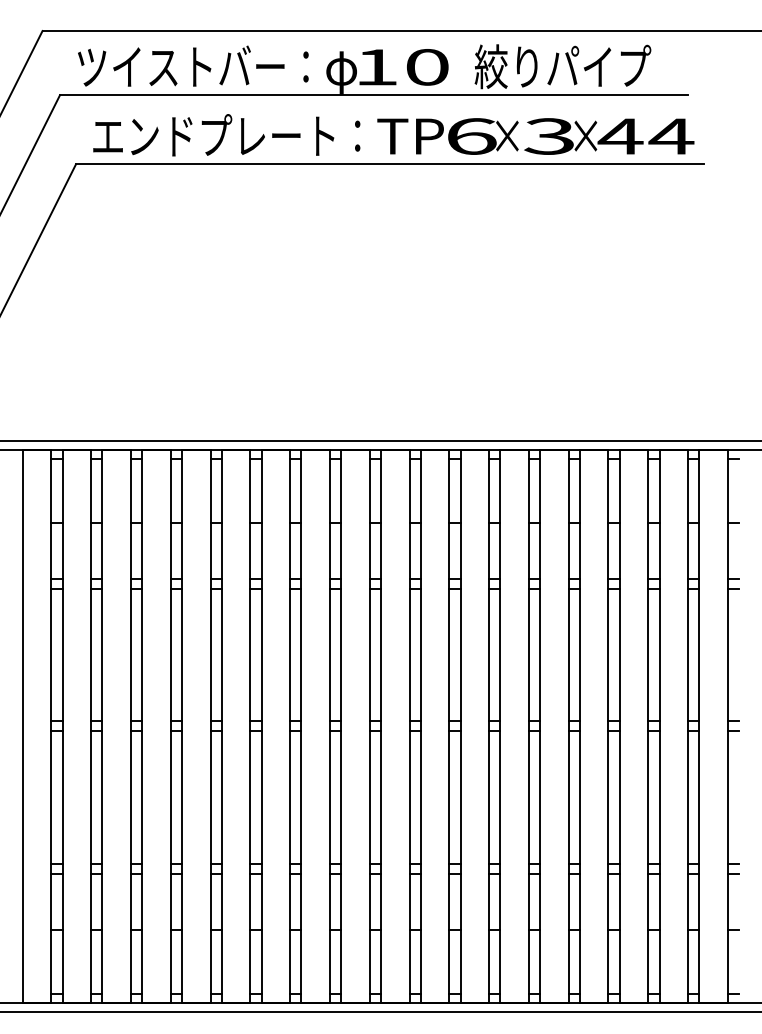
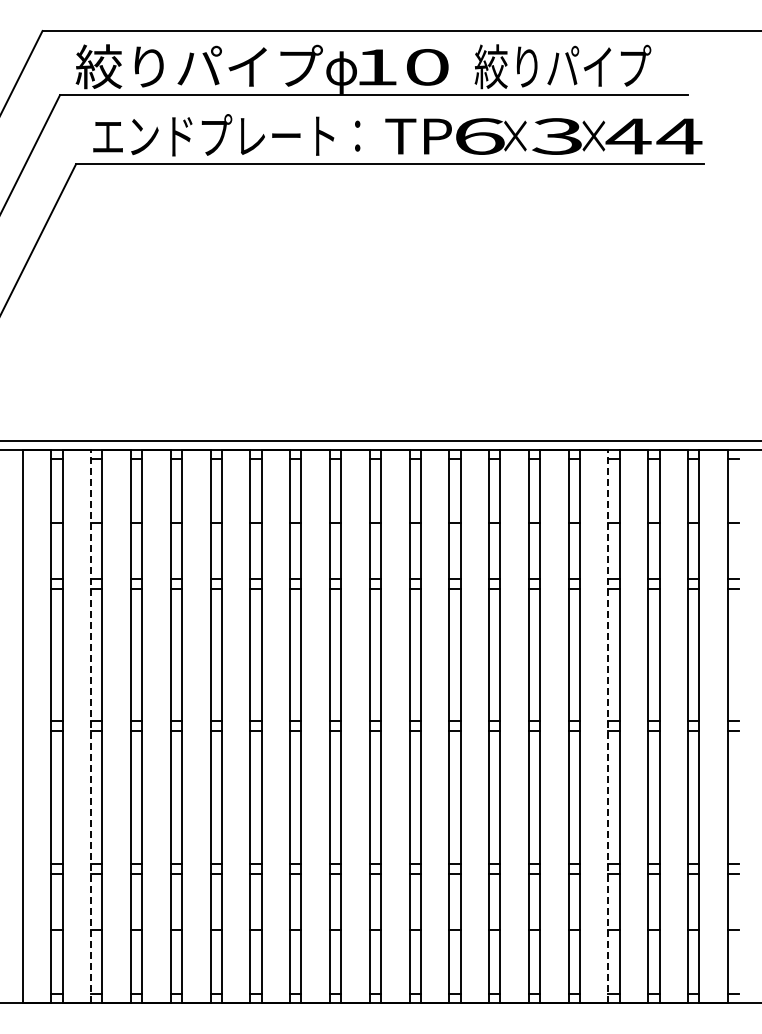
text at (198, 66): ツイストバー： -> 絞りパイプ
text at (535, 136) position: (535, 136) -> (543, 136)
line at (91, 726): solid -> dashed
line at (608, 726): solid -> dashed
line at (380, 1011): present -> none
